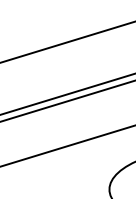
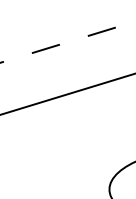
line at (68, 42): solid -> dashed
line at (67, 101): present -> none
line at (67, 145): present -> none
